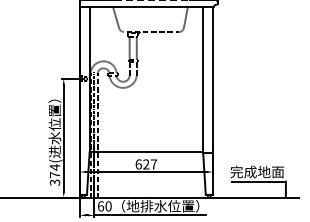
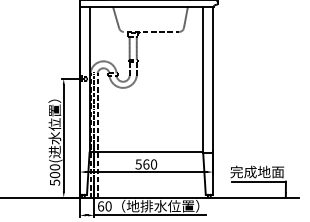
line at (152, 0): dashed -> solid
text at (146, 164): 627 -> 560
text at (54, 174): 374( -> 500(
